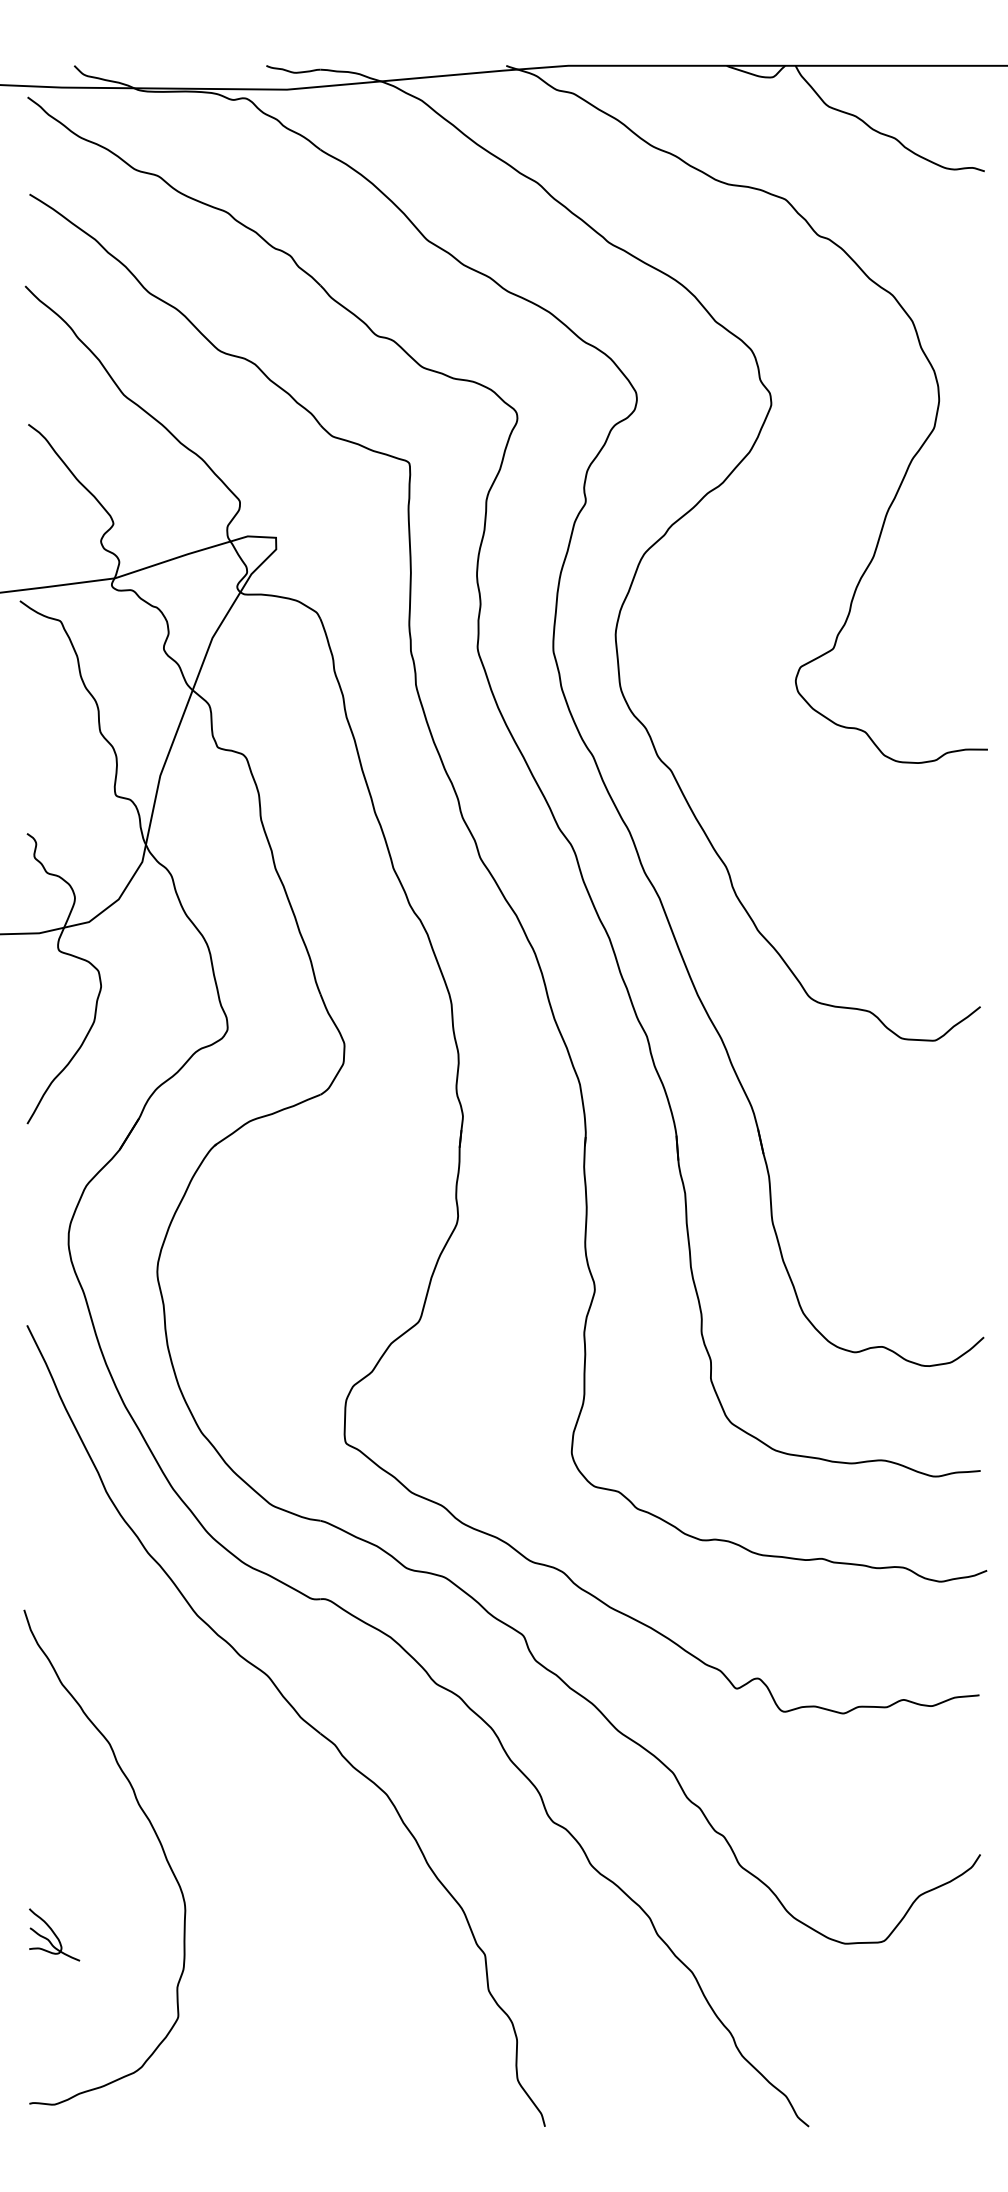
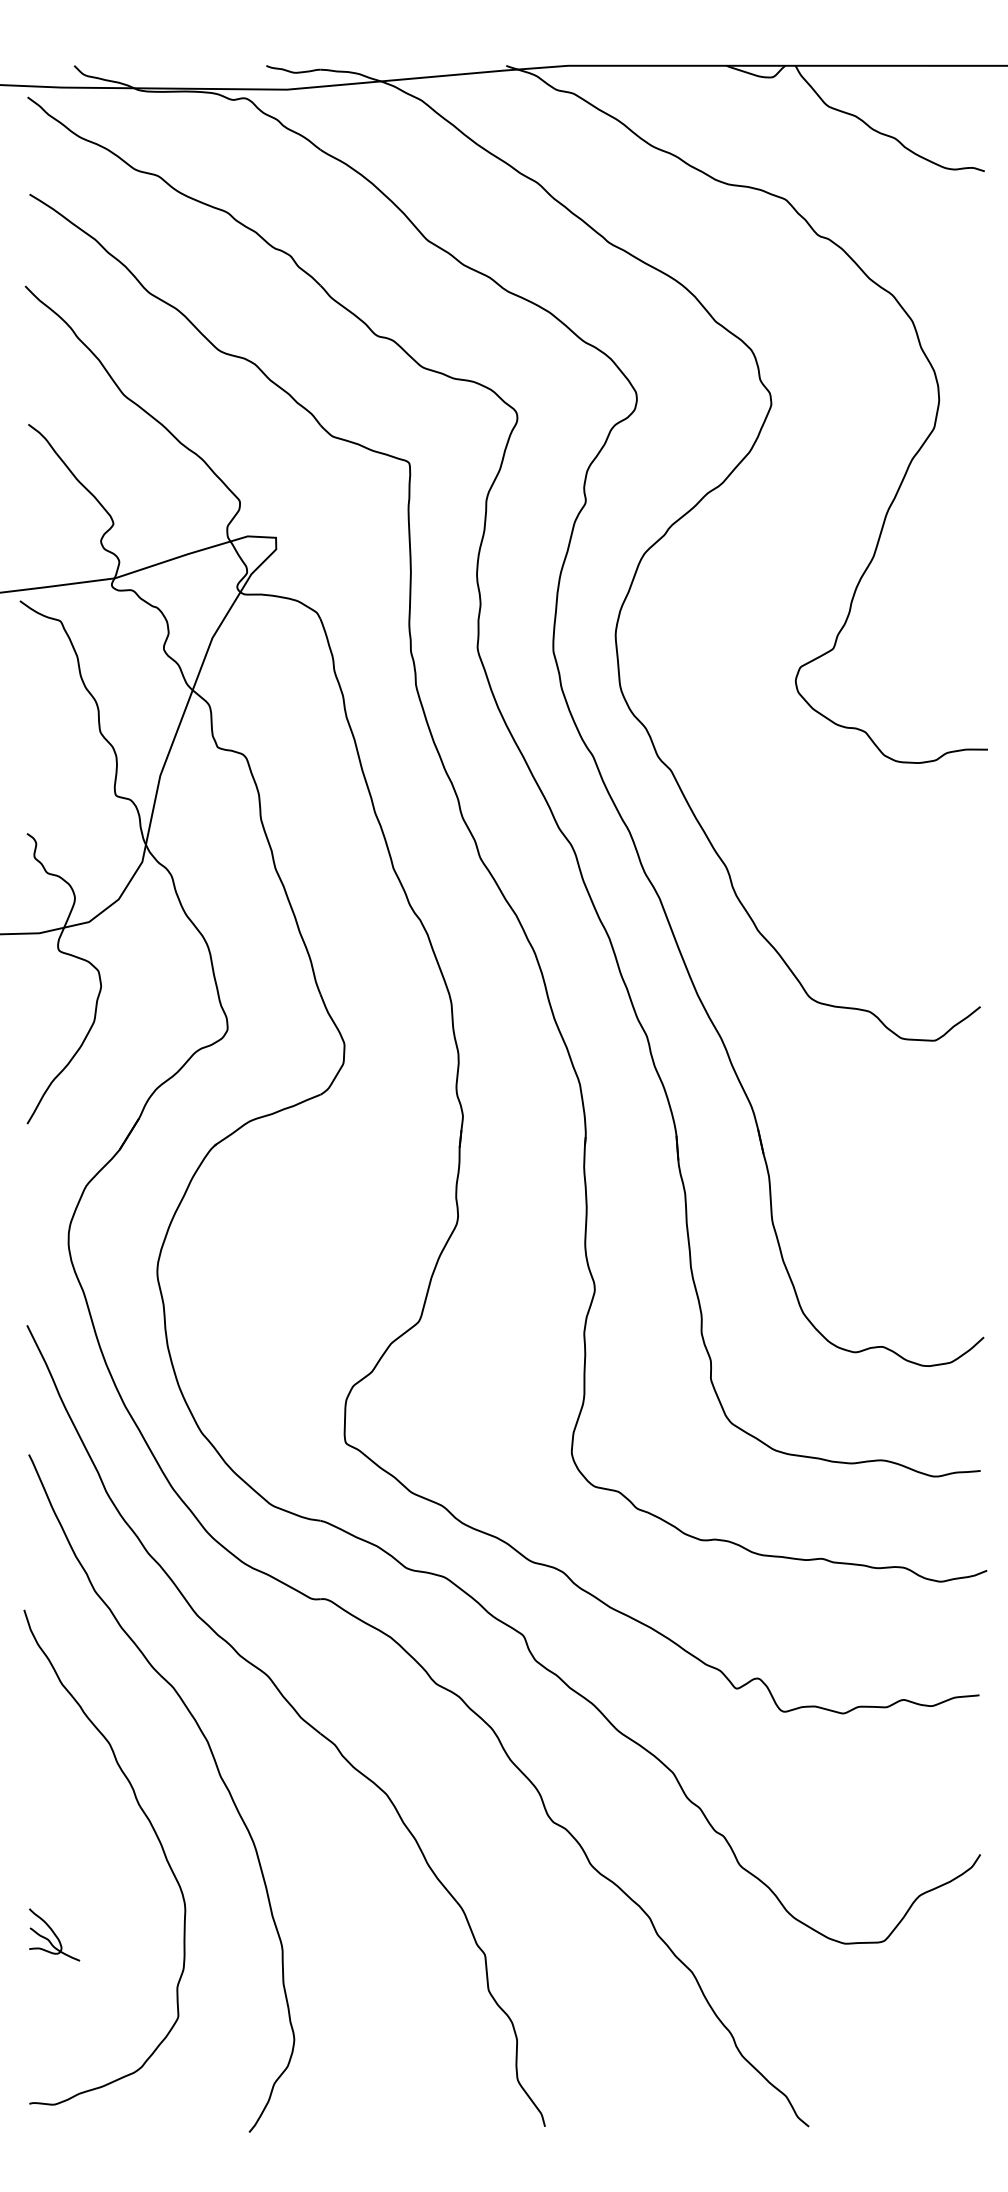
curve at (218, 1774): none -> present
